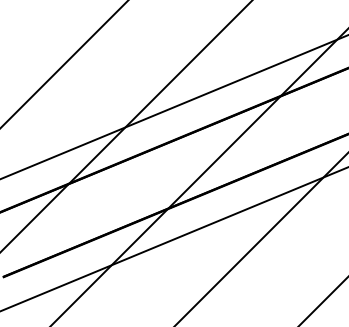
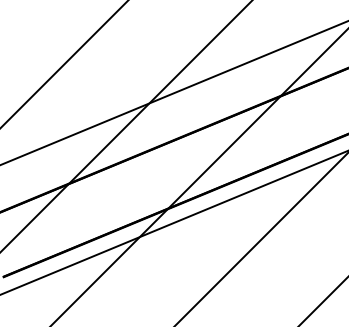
line at (173, 107) position: (173, 107) -> (173, 93)
line at (173, 239) position: (173, 239) -> (173, 222)
